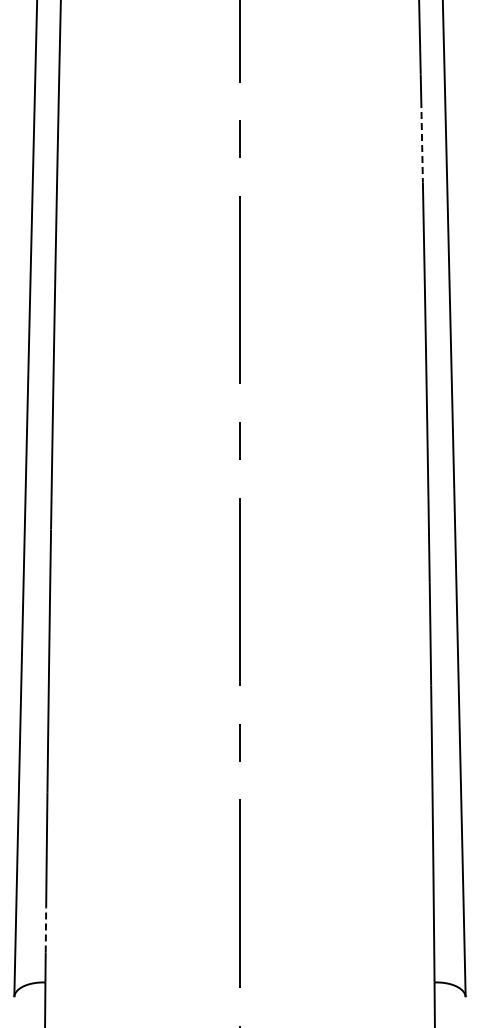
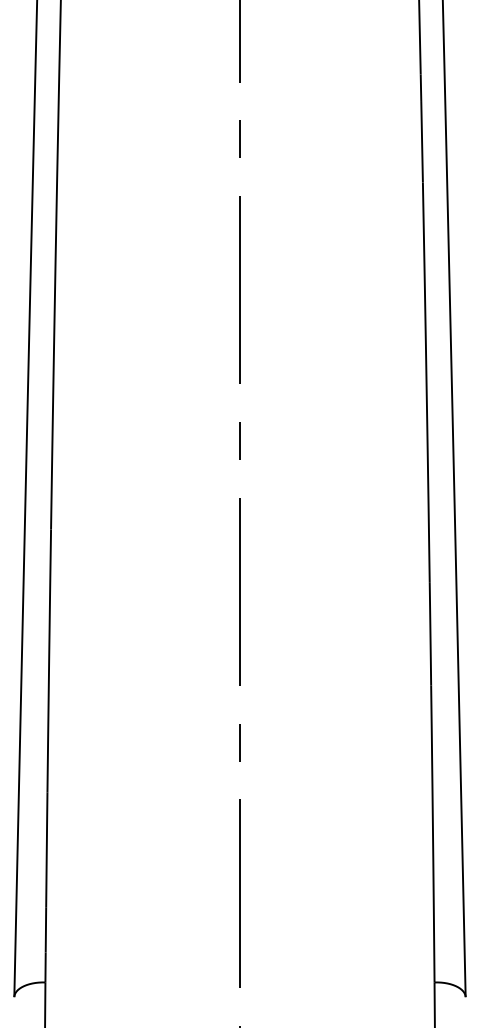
line at (422, 141): dashed -> solid
line at (45, 929): dashed -> solid
